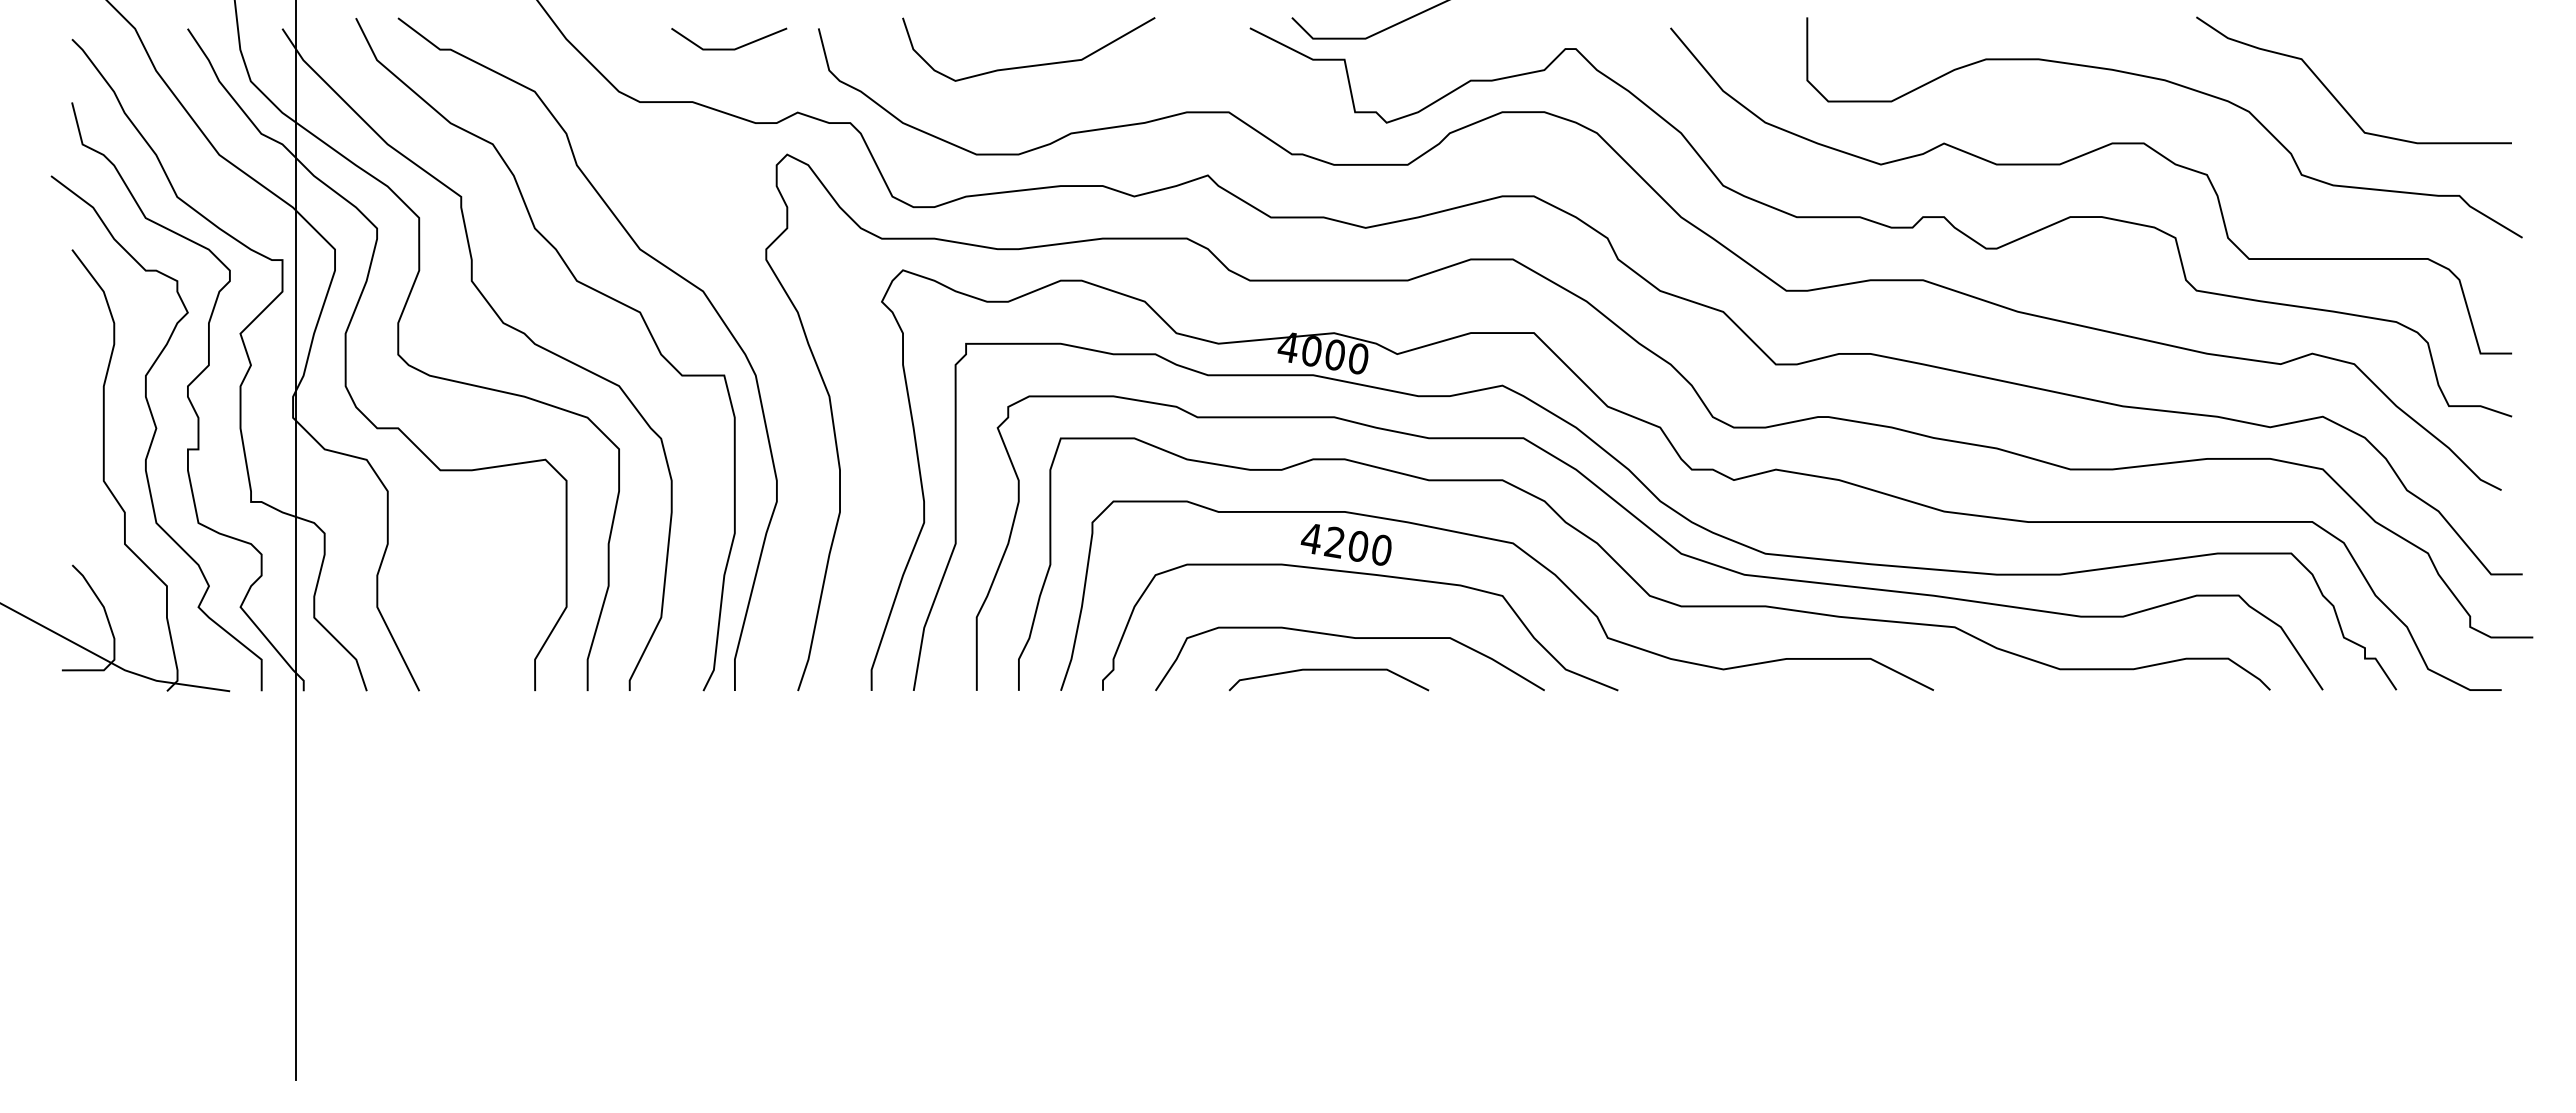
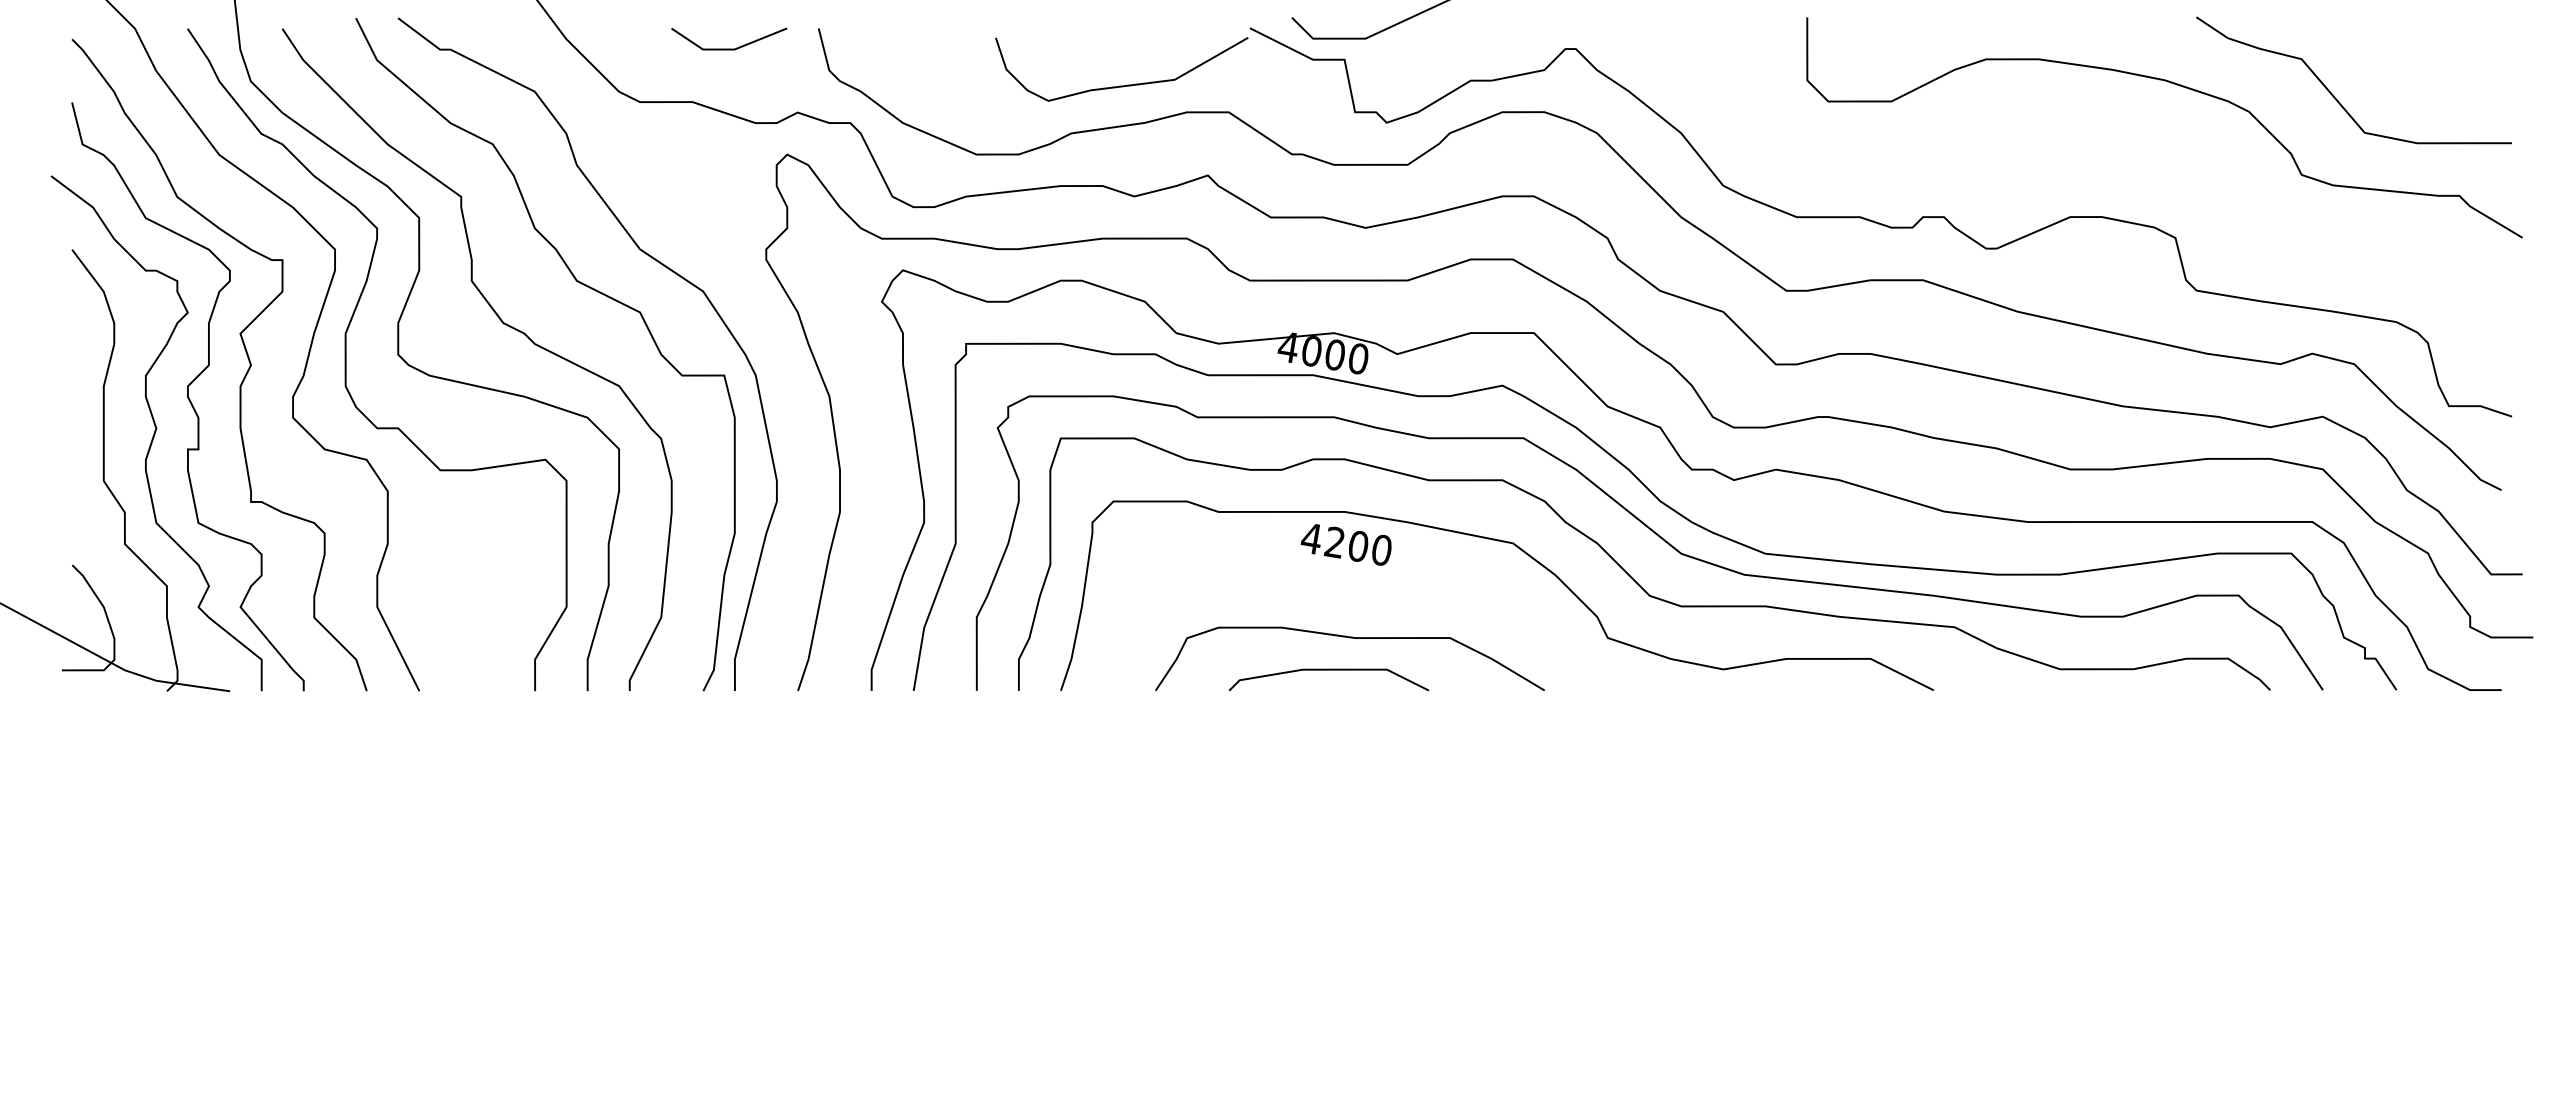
curve at (1028, 65) position: (1028, 65) -> (1121, 85)
curve at (2080, 157): present -> none
line at (295, 540): present -> none
curve at (1369, 575): present -> none
